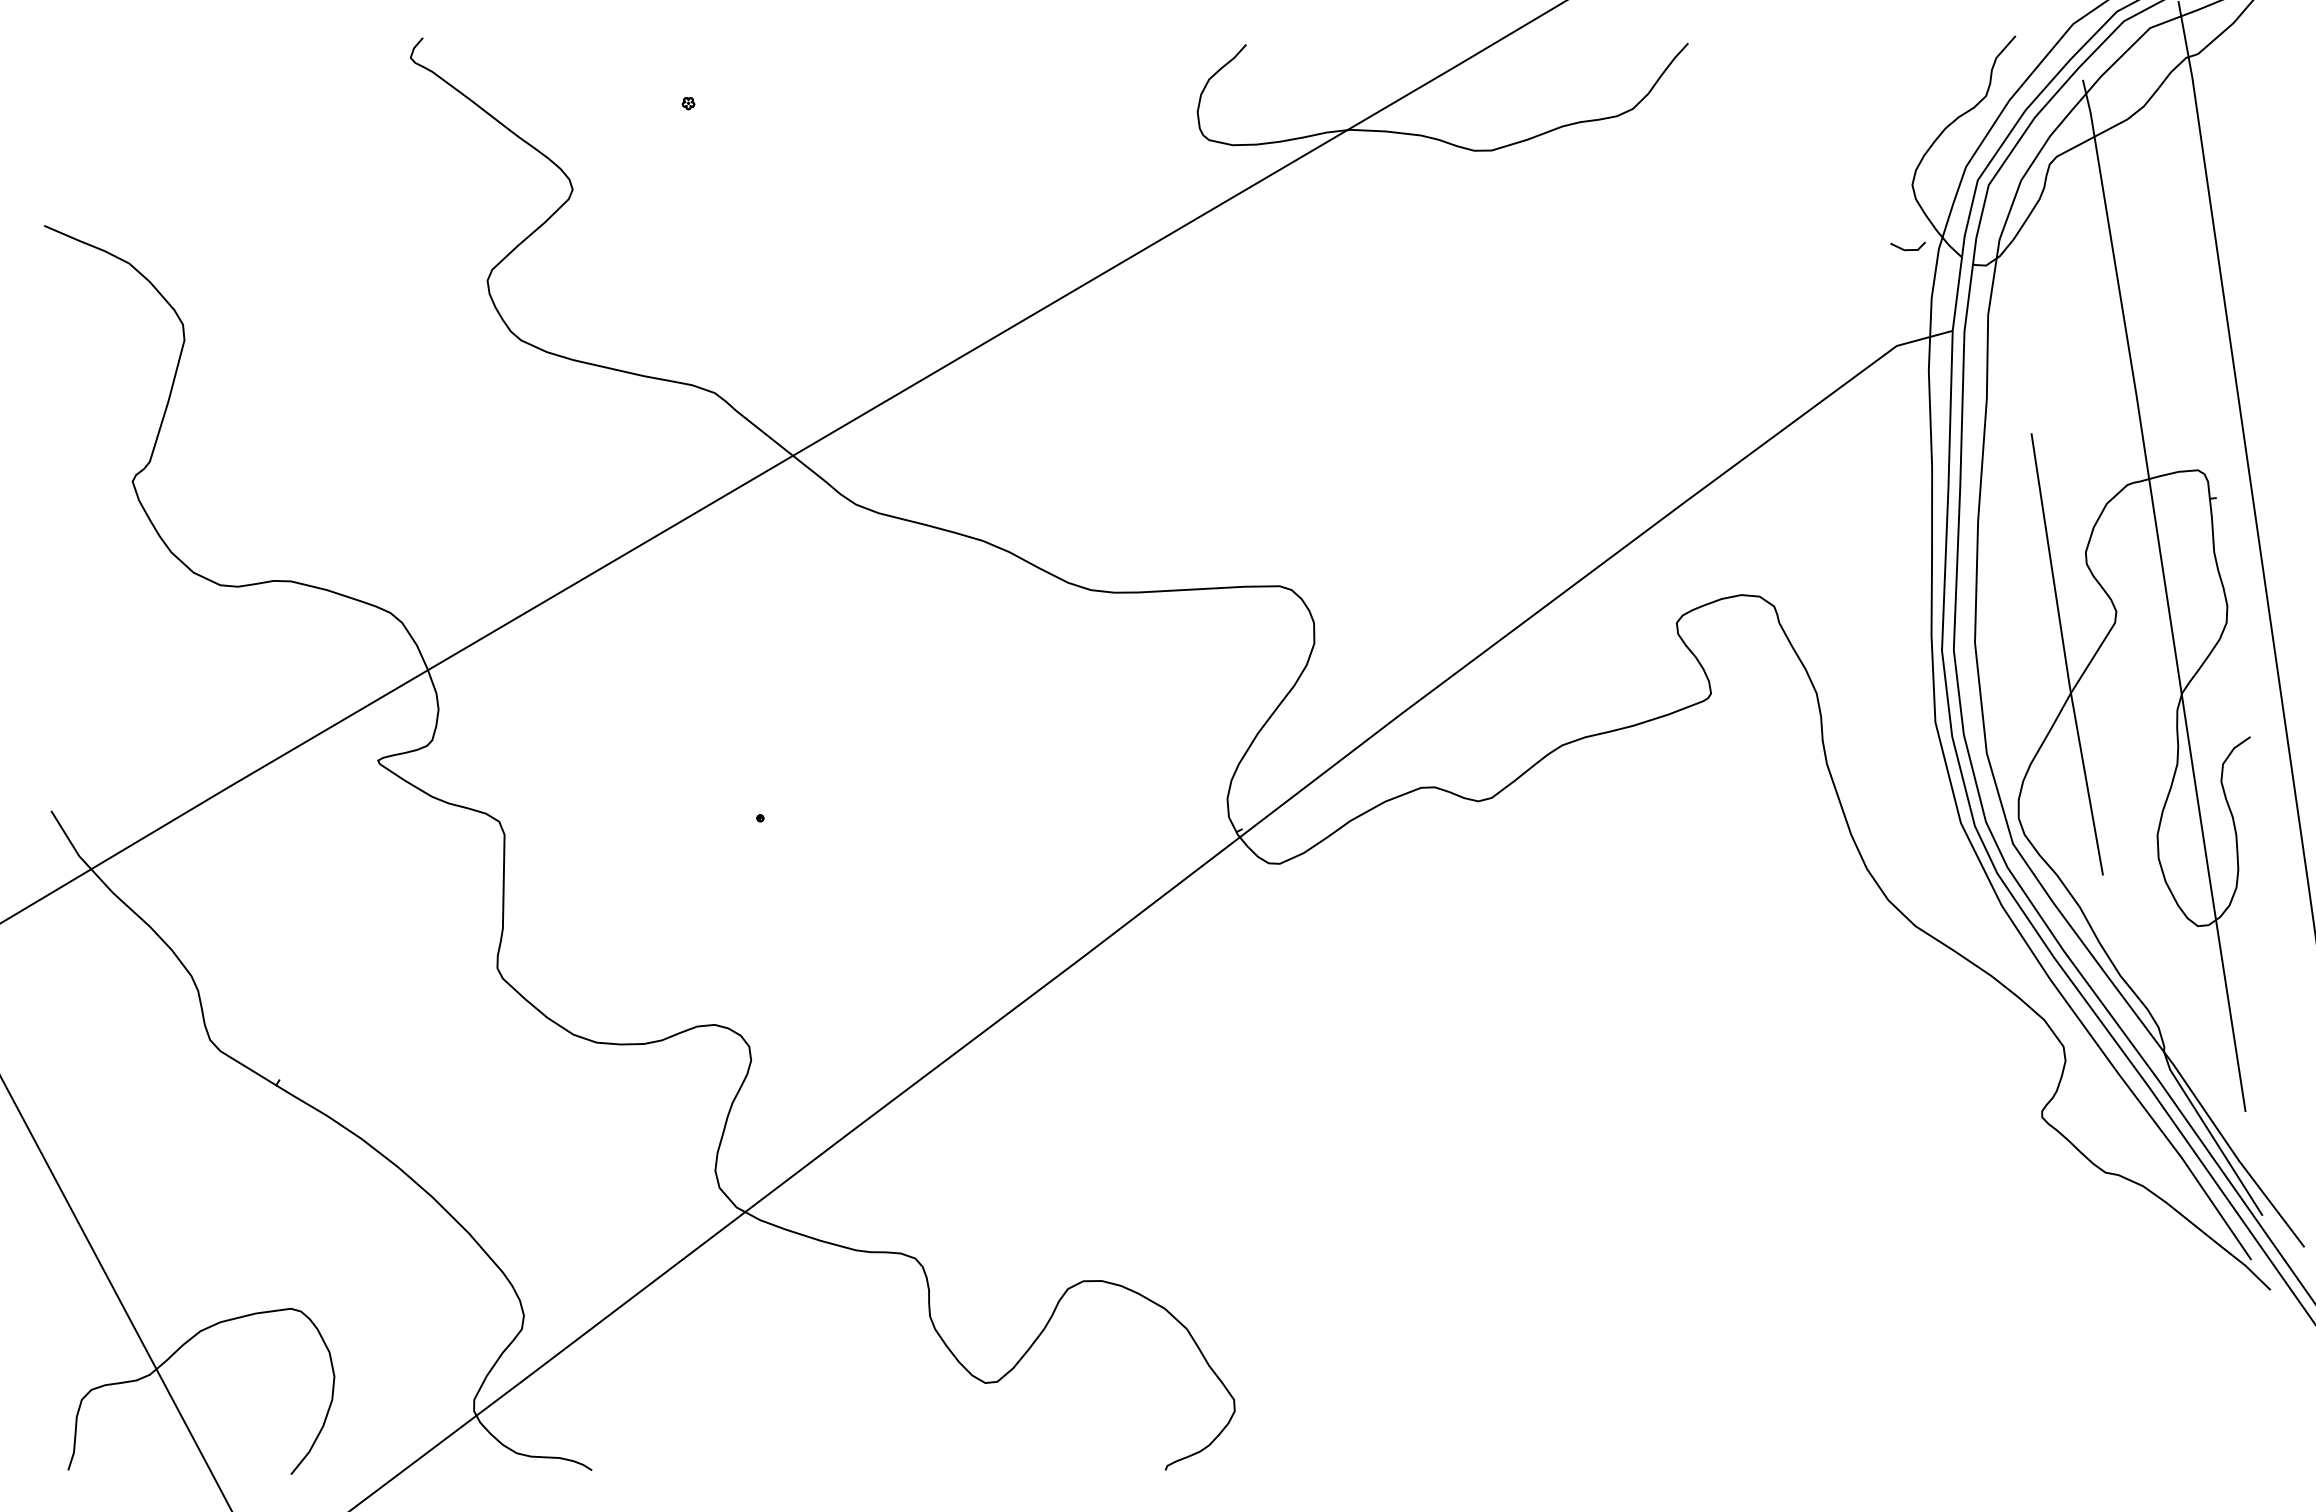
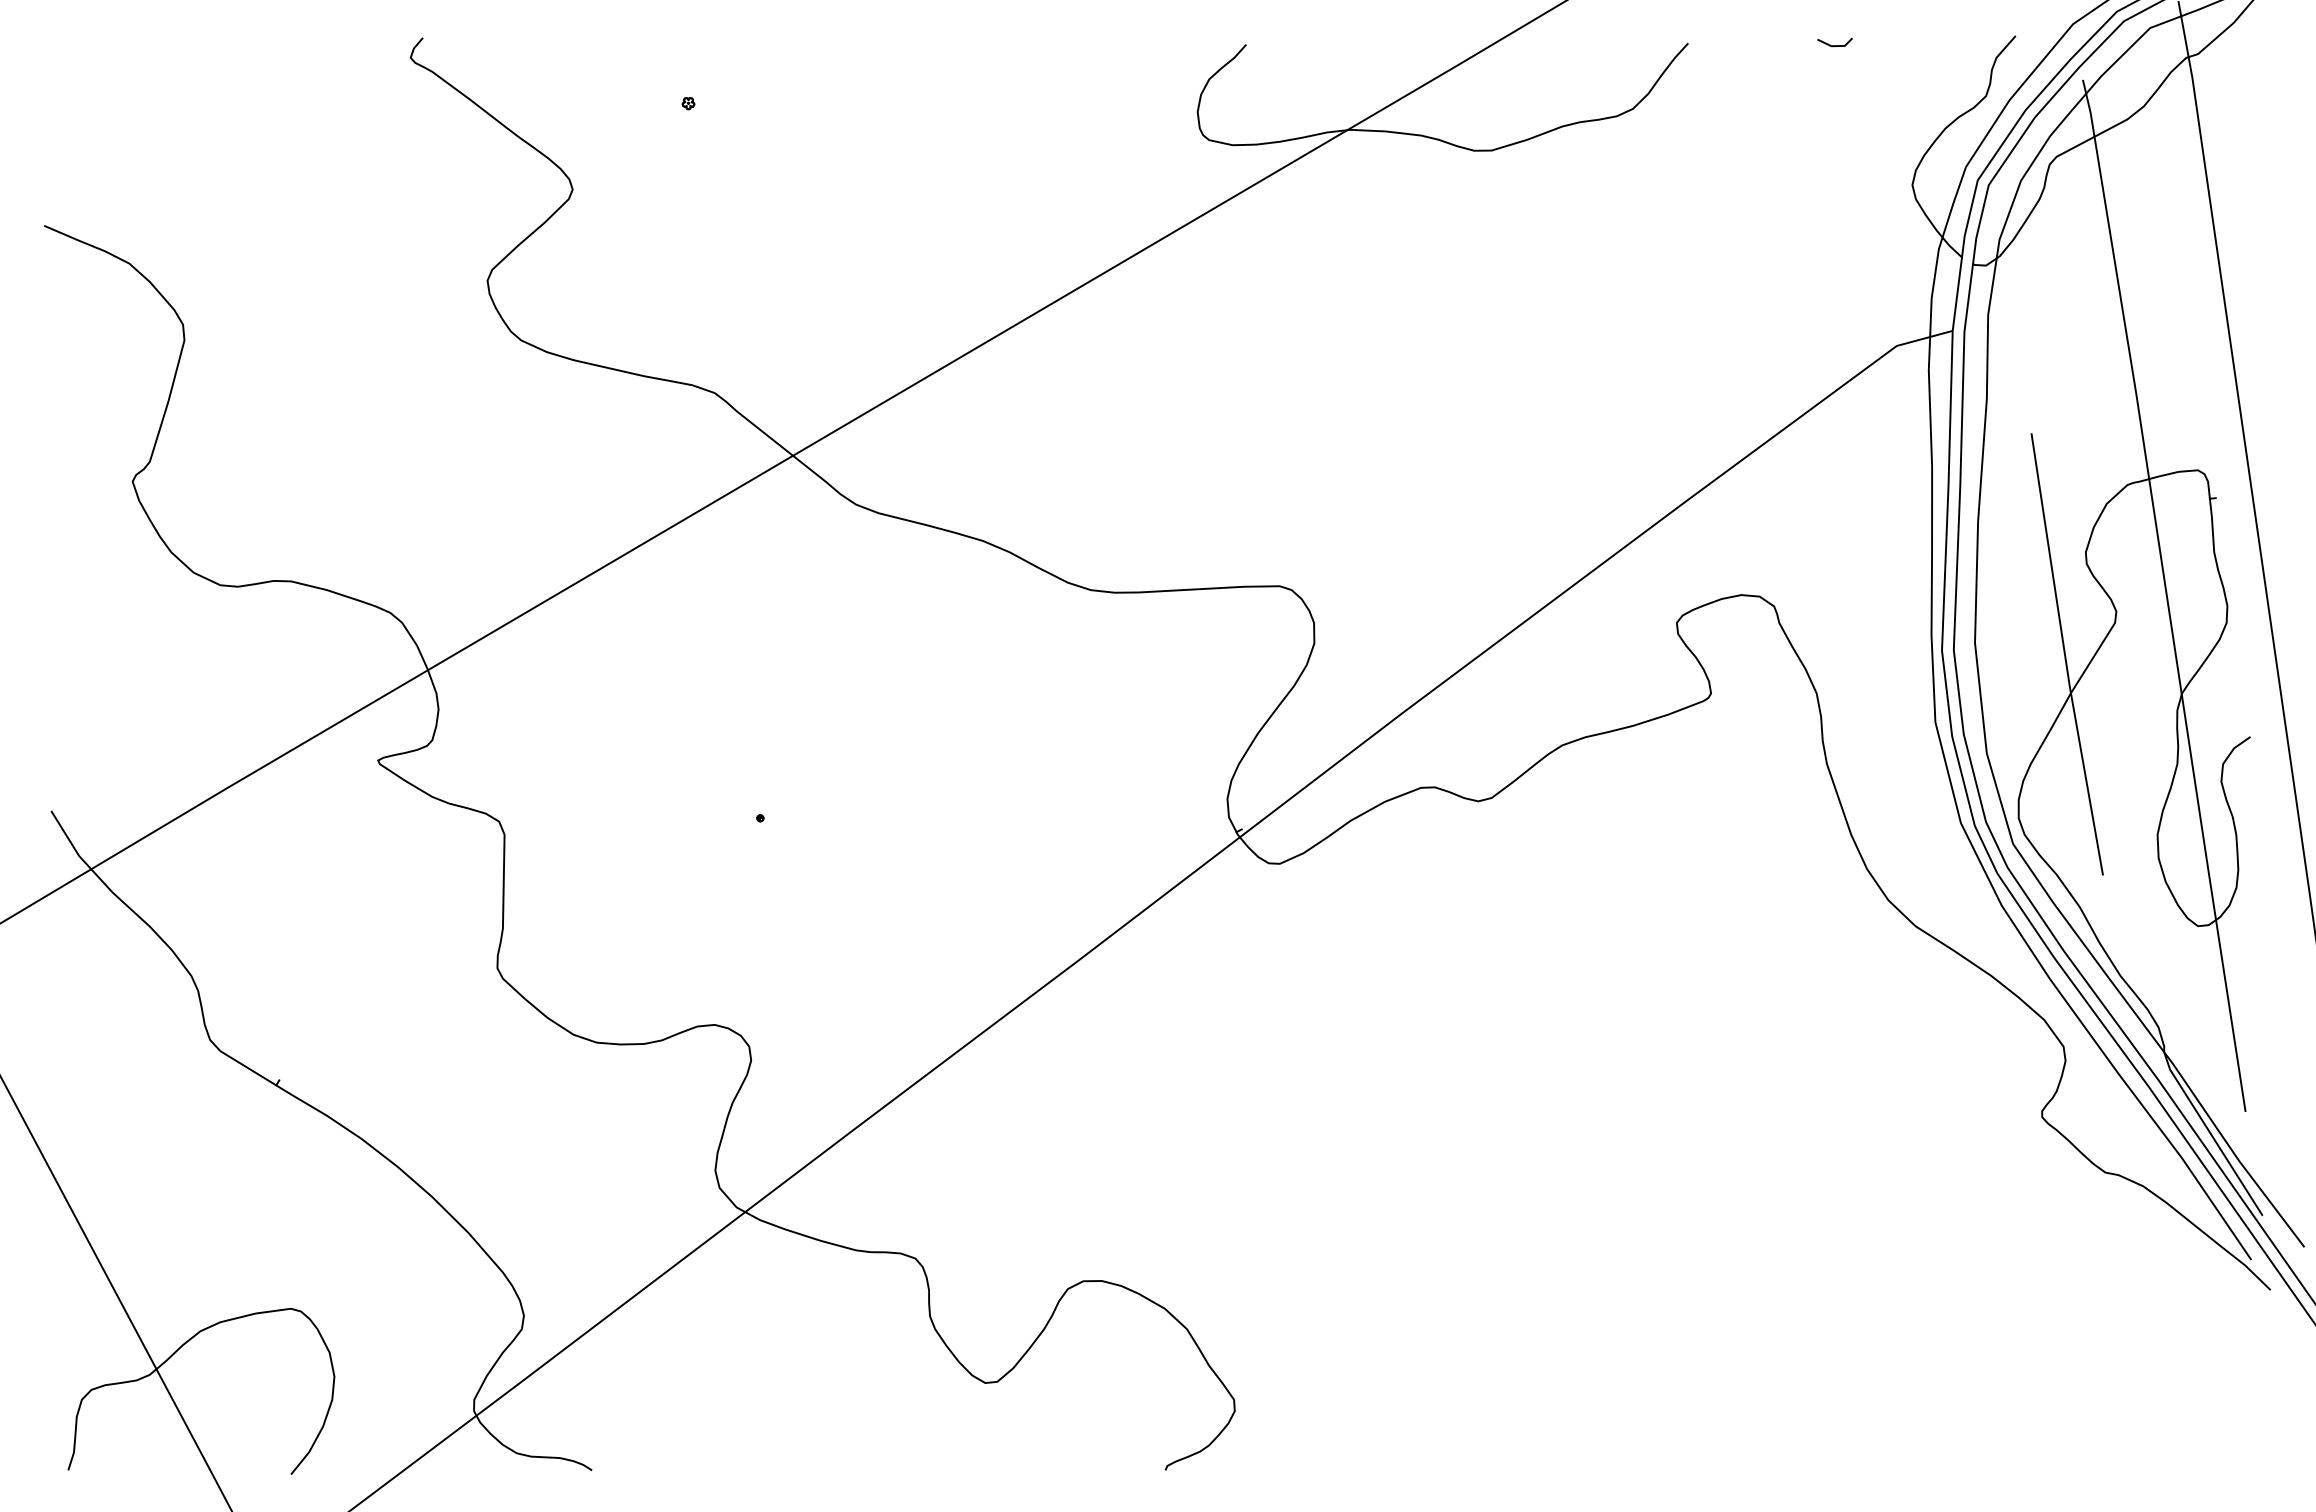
line at (1907, 249) position: (1907, 249) -> (1834, 45)
